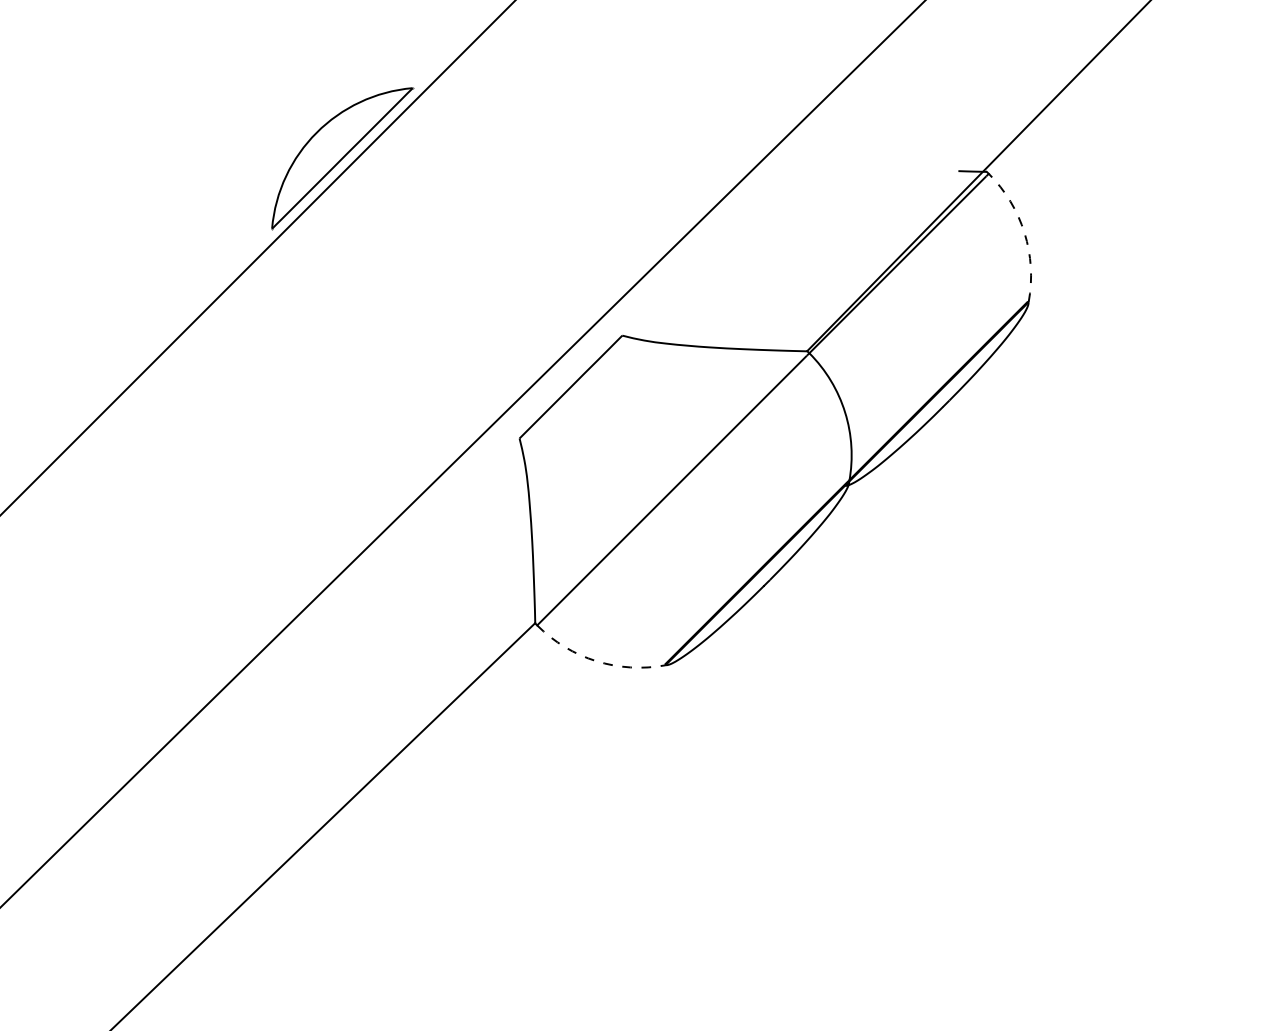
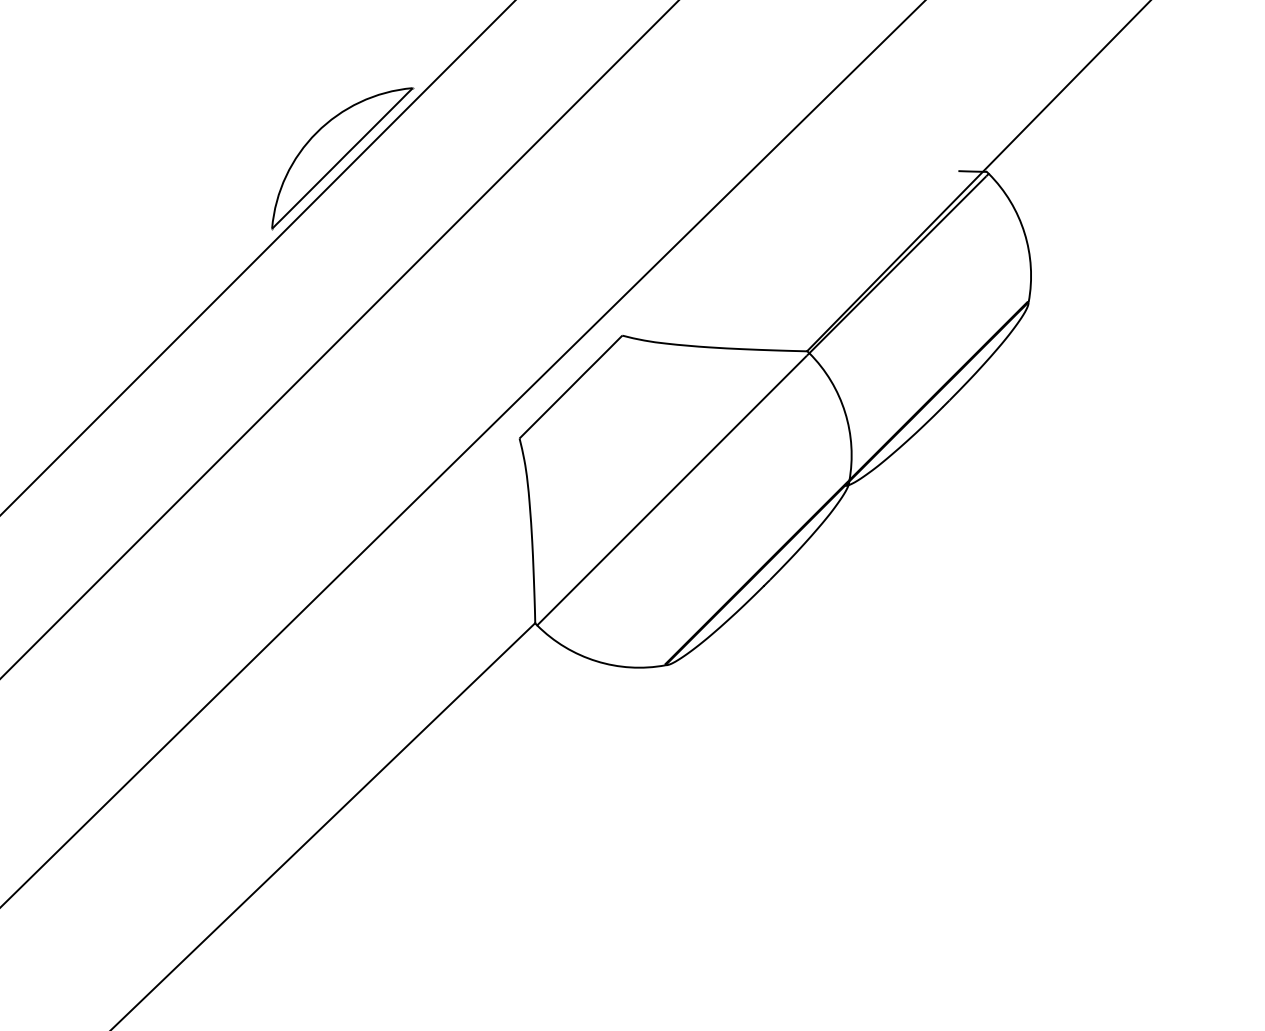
arc at (1024, 233): dashed -> solid
line at (339, 339): none -> present
arc at (596, 661): dashed -> solid
